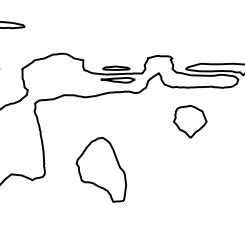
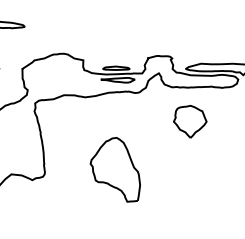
part at (100, 169) position: (100, 169) -> (114, 169)
